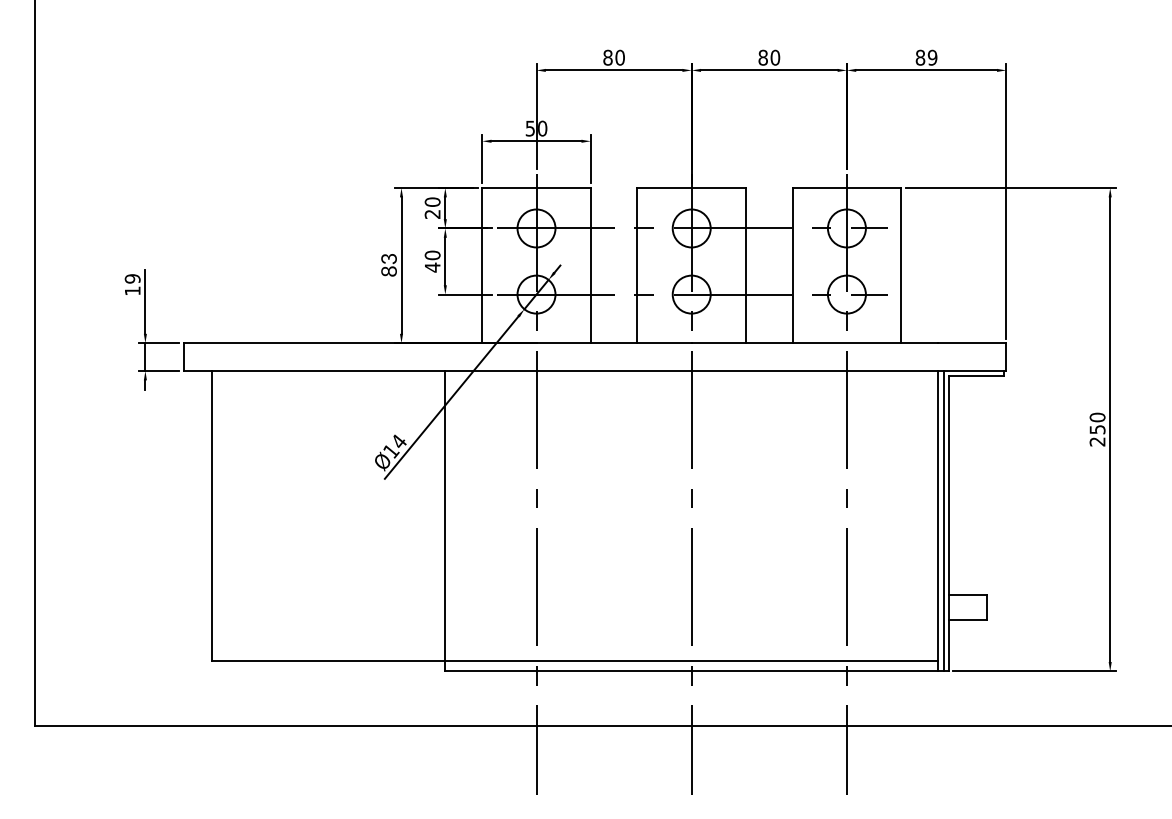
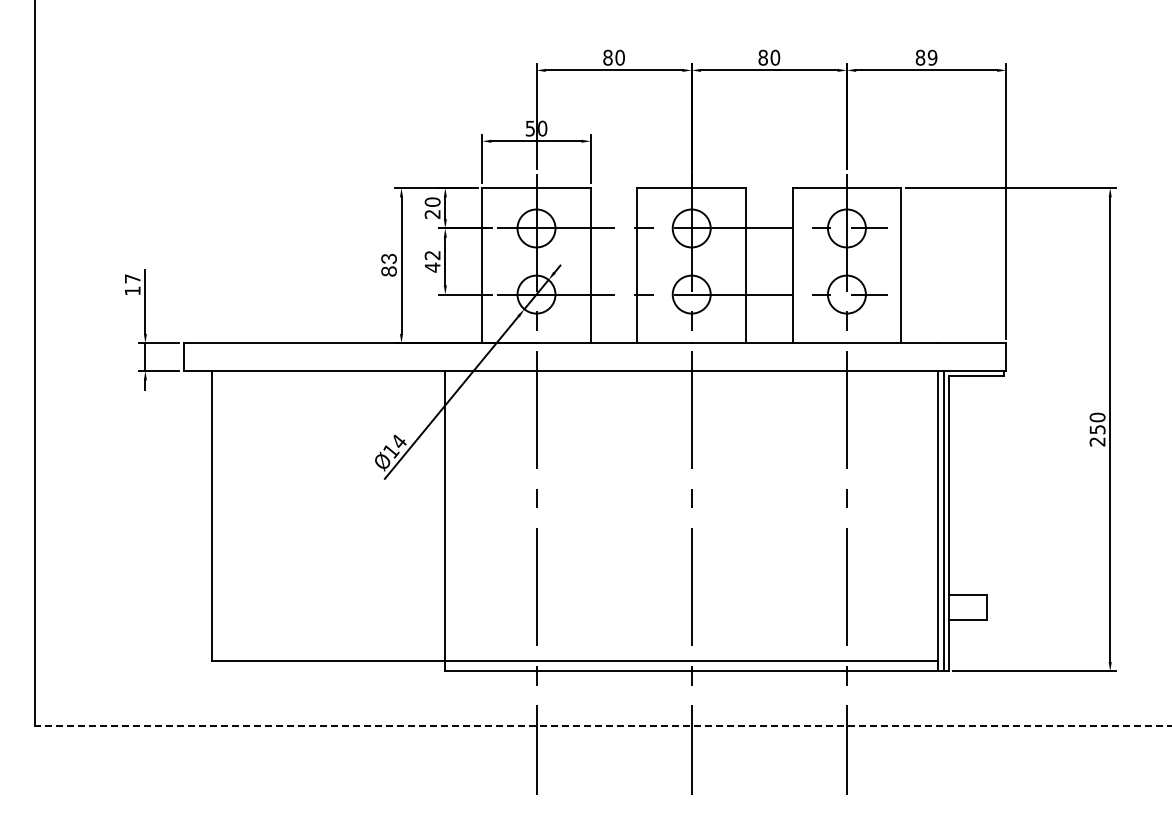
text at (432, 255): 40 -> 42
text at (132, 278): 19 -> 17
line at (603, 725): solid -> dashed
